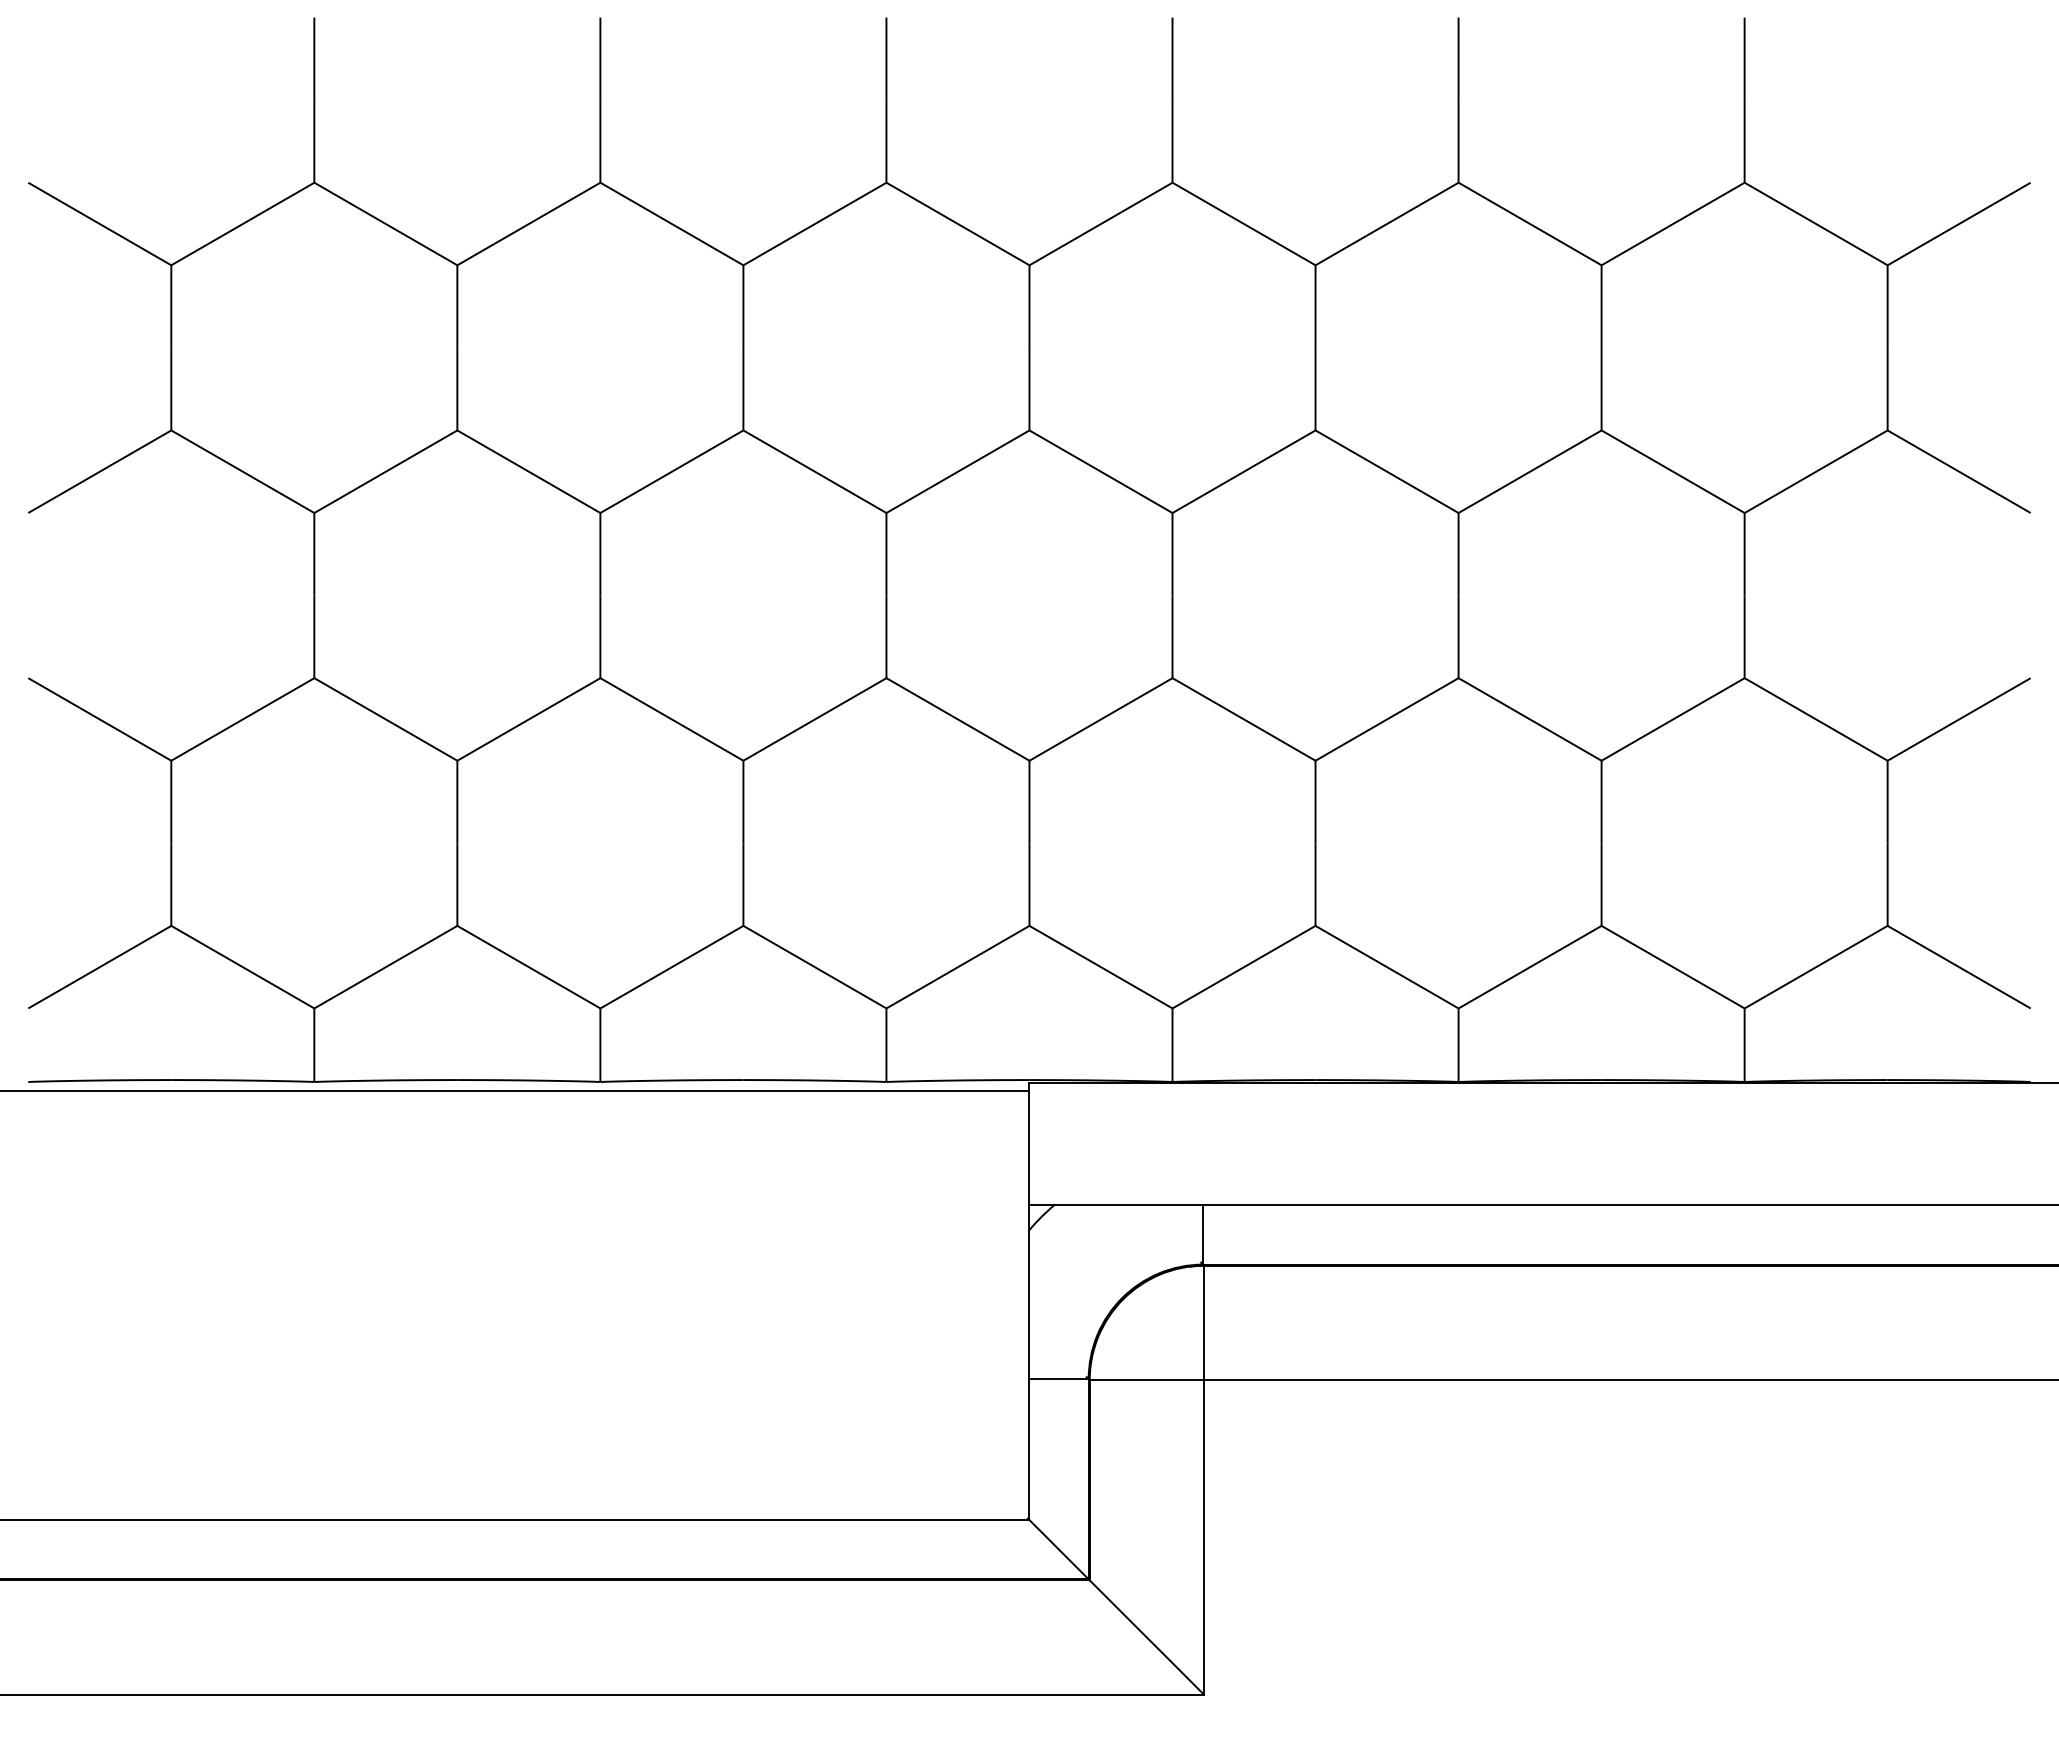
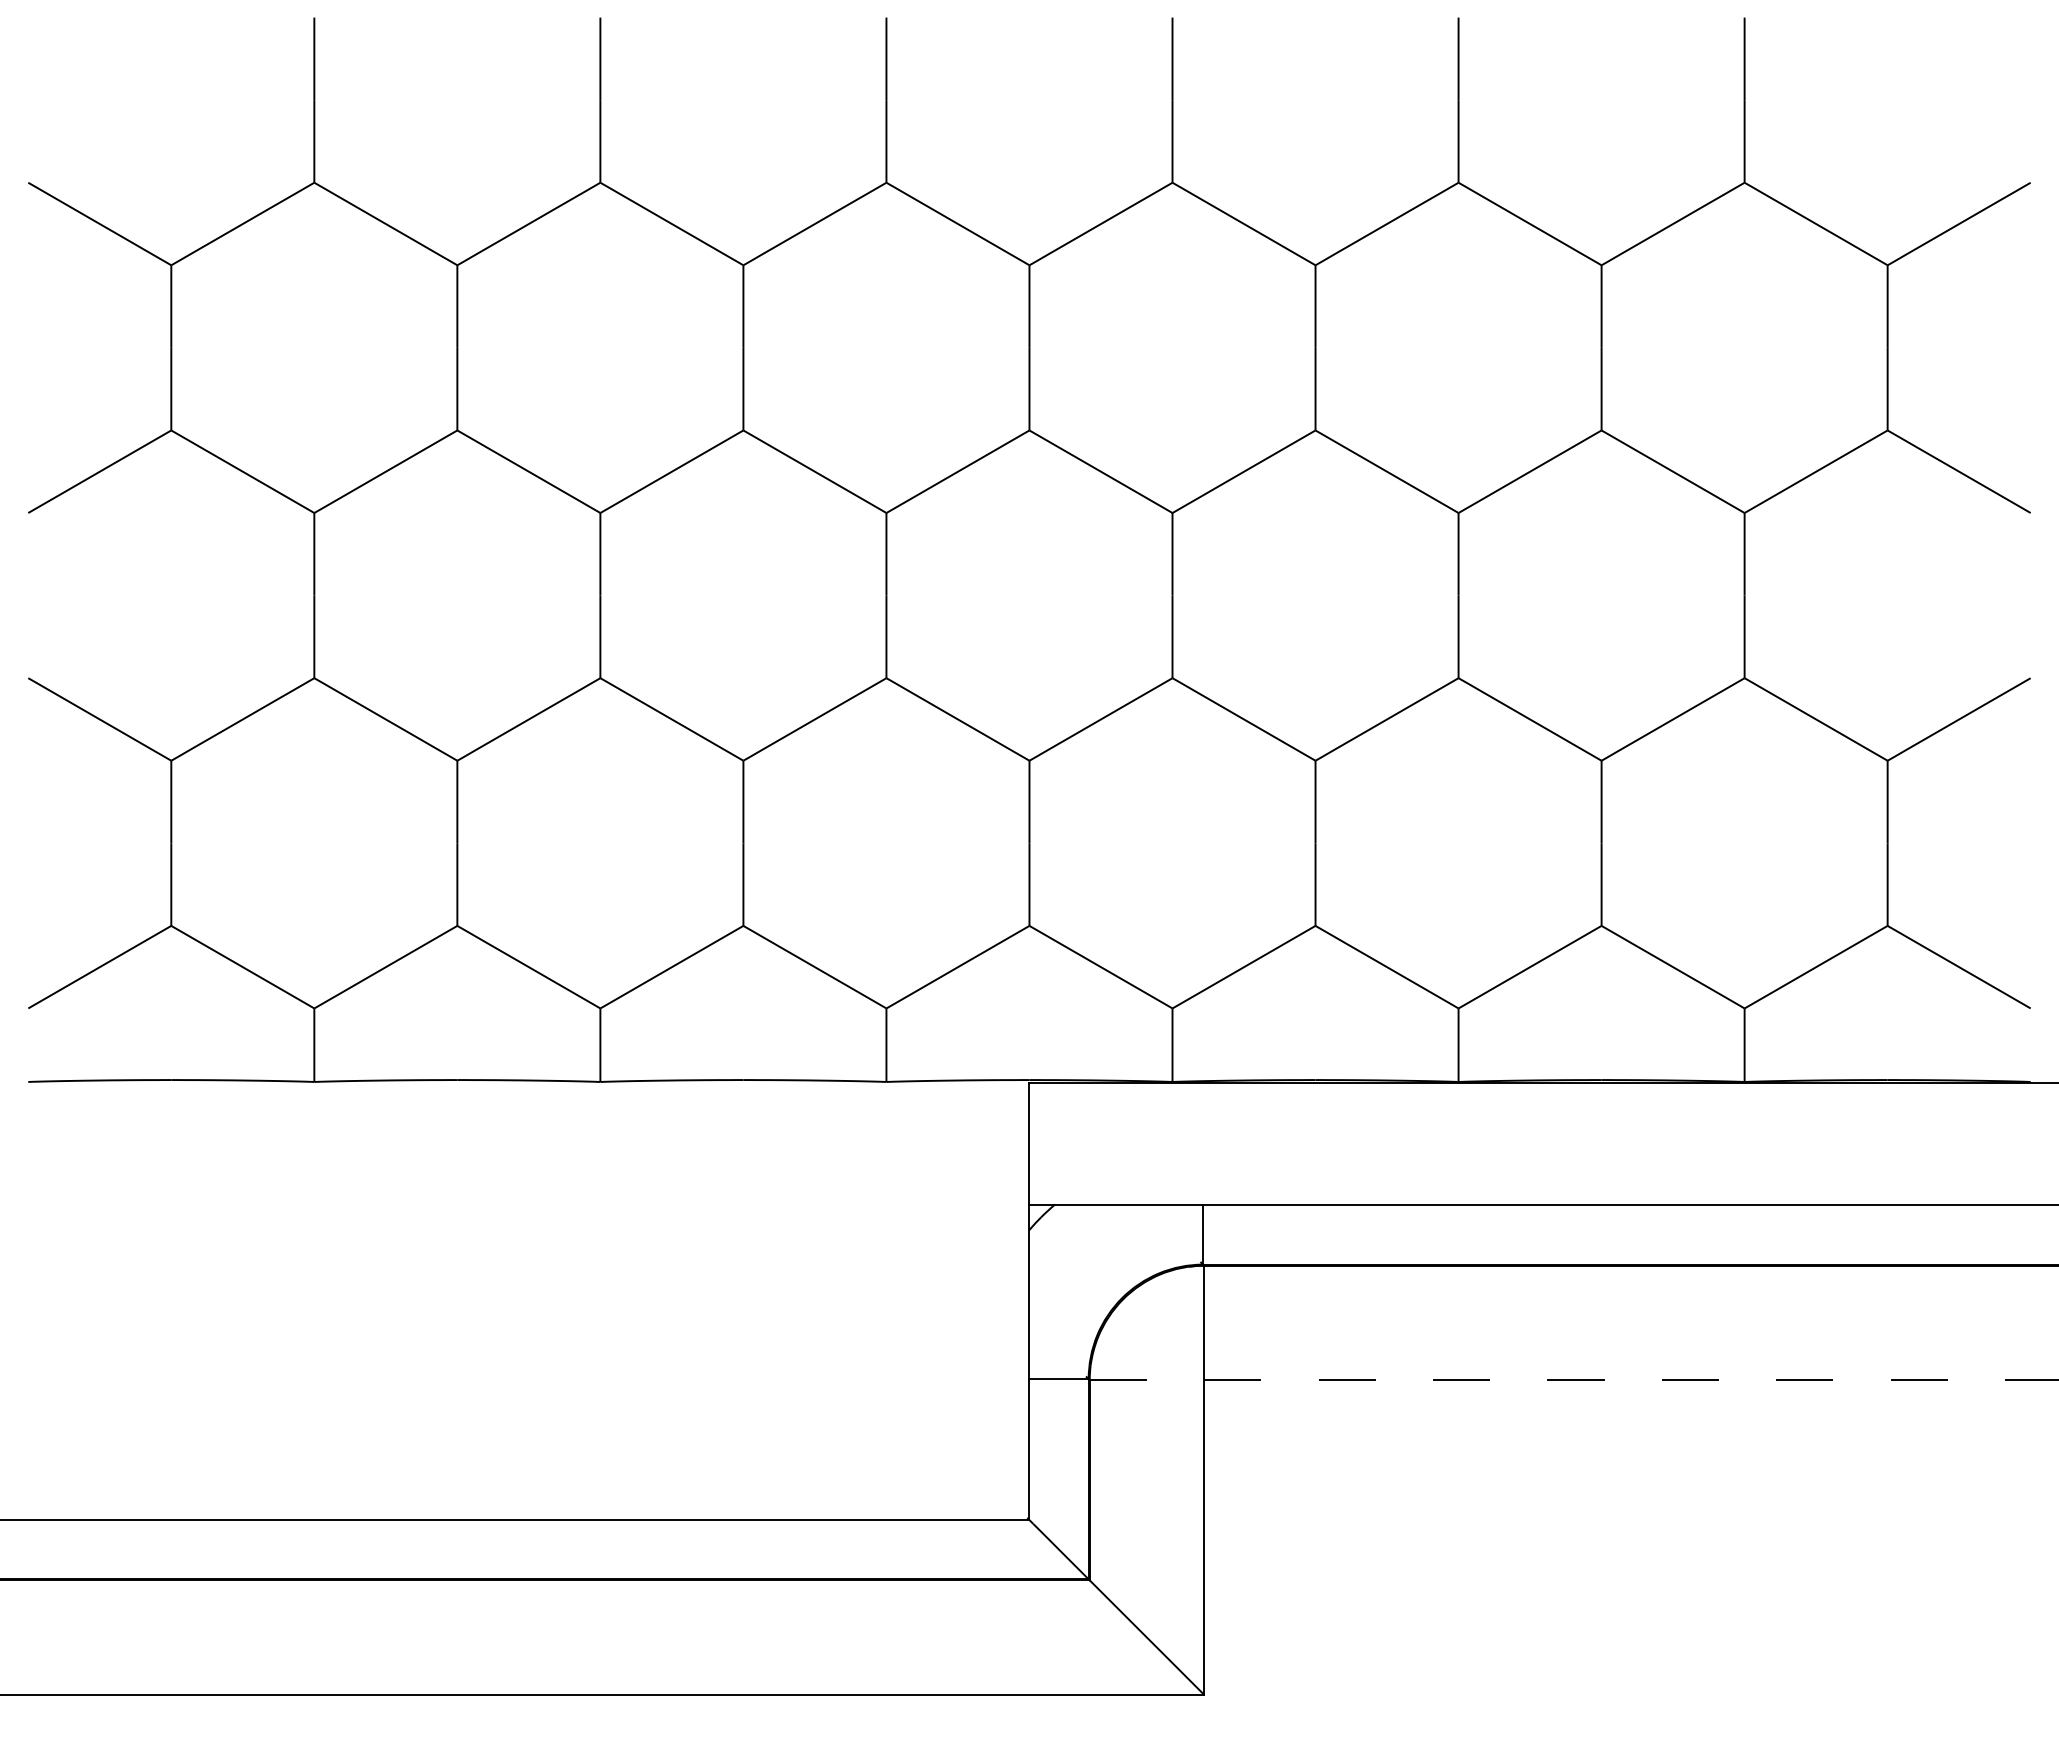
line at (515, 1091): present -> none
line at (1574, 1380): solid -> dashed
